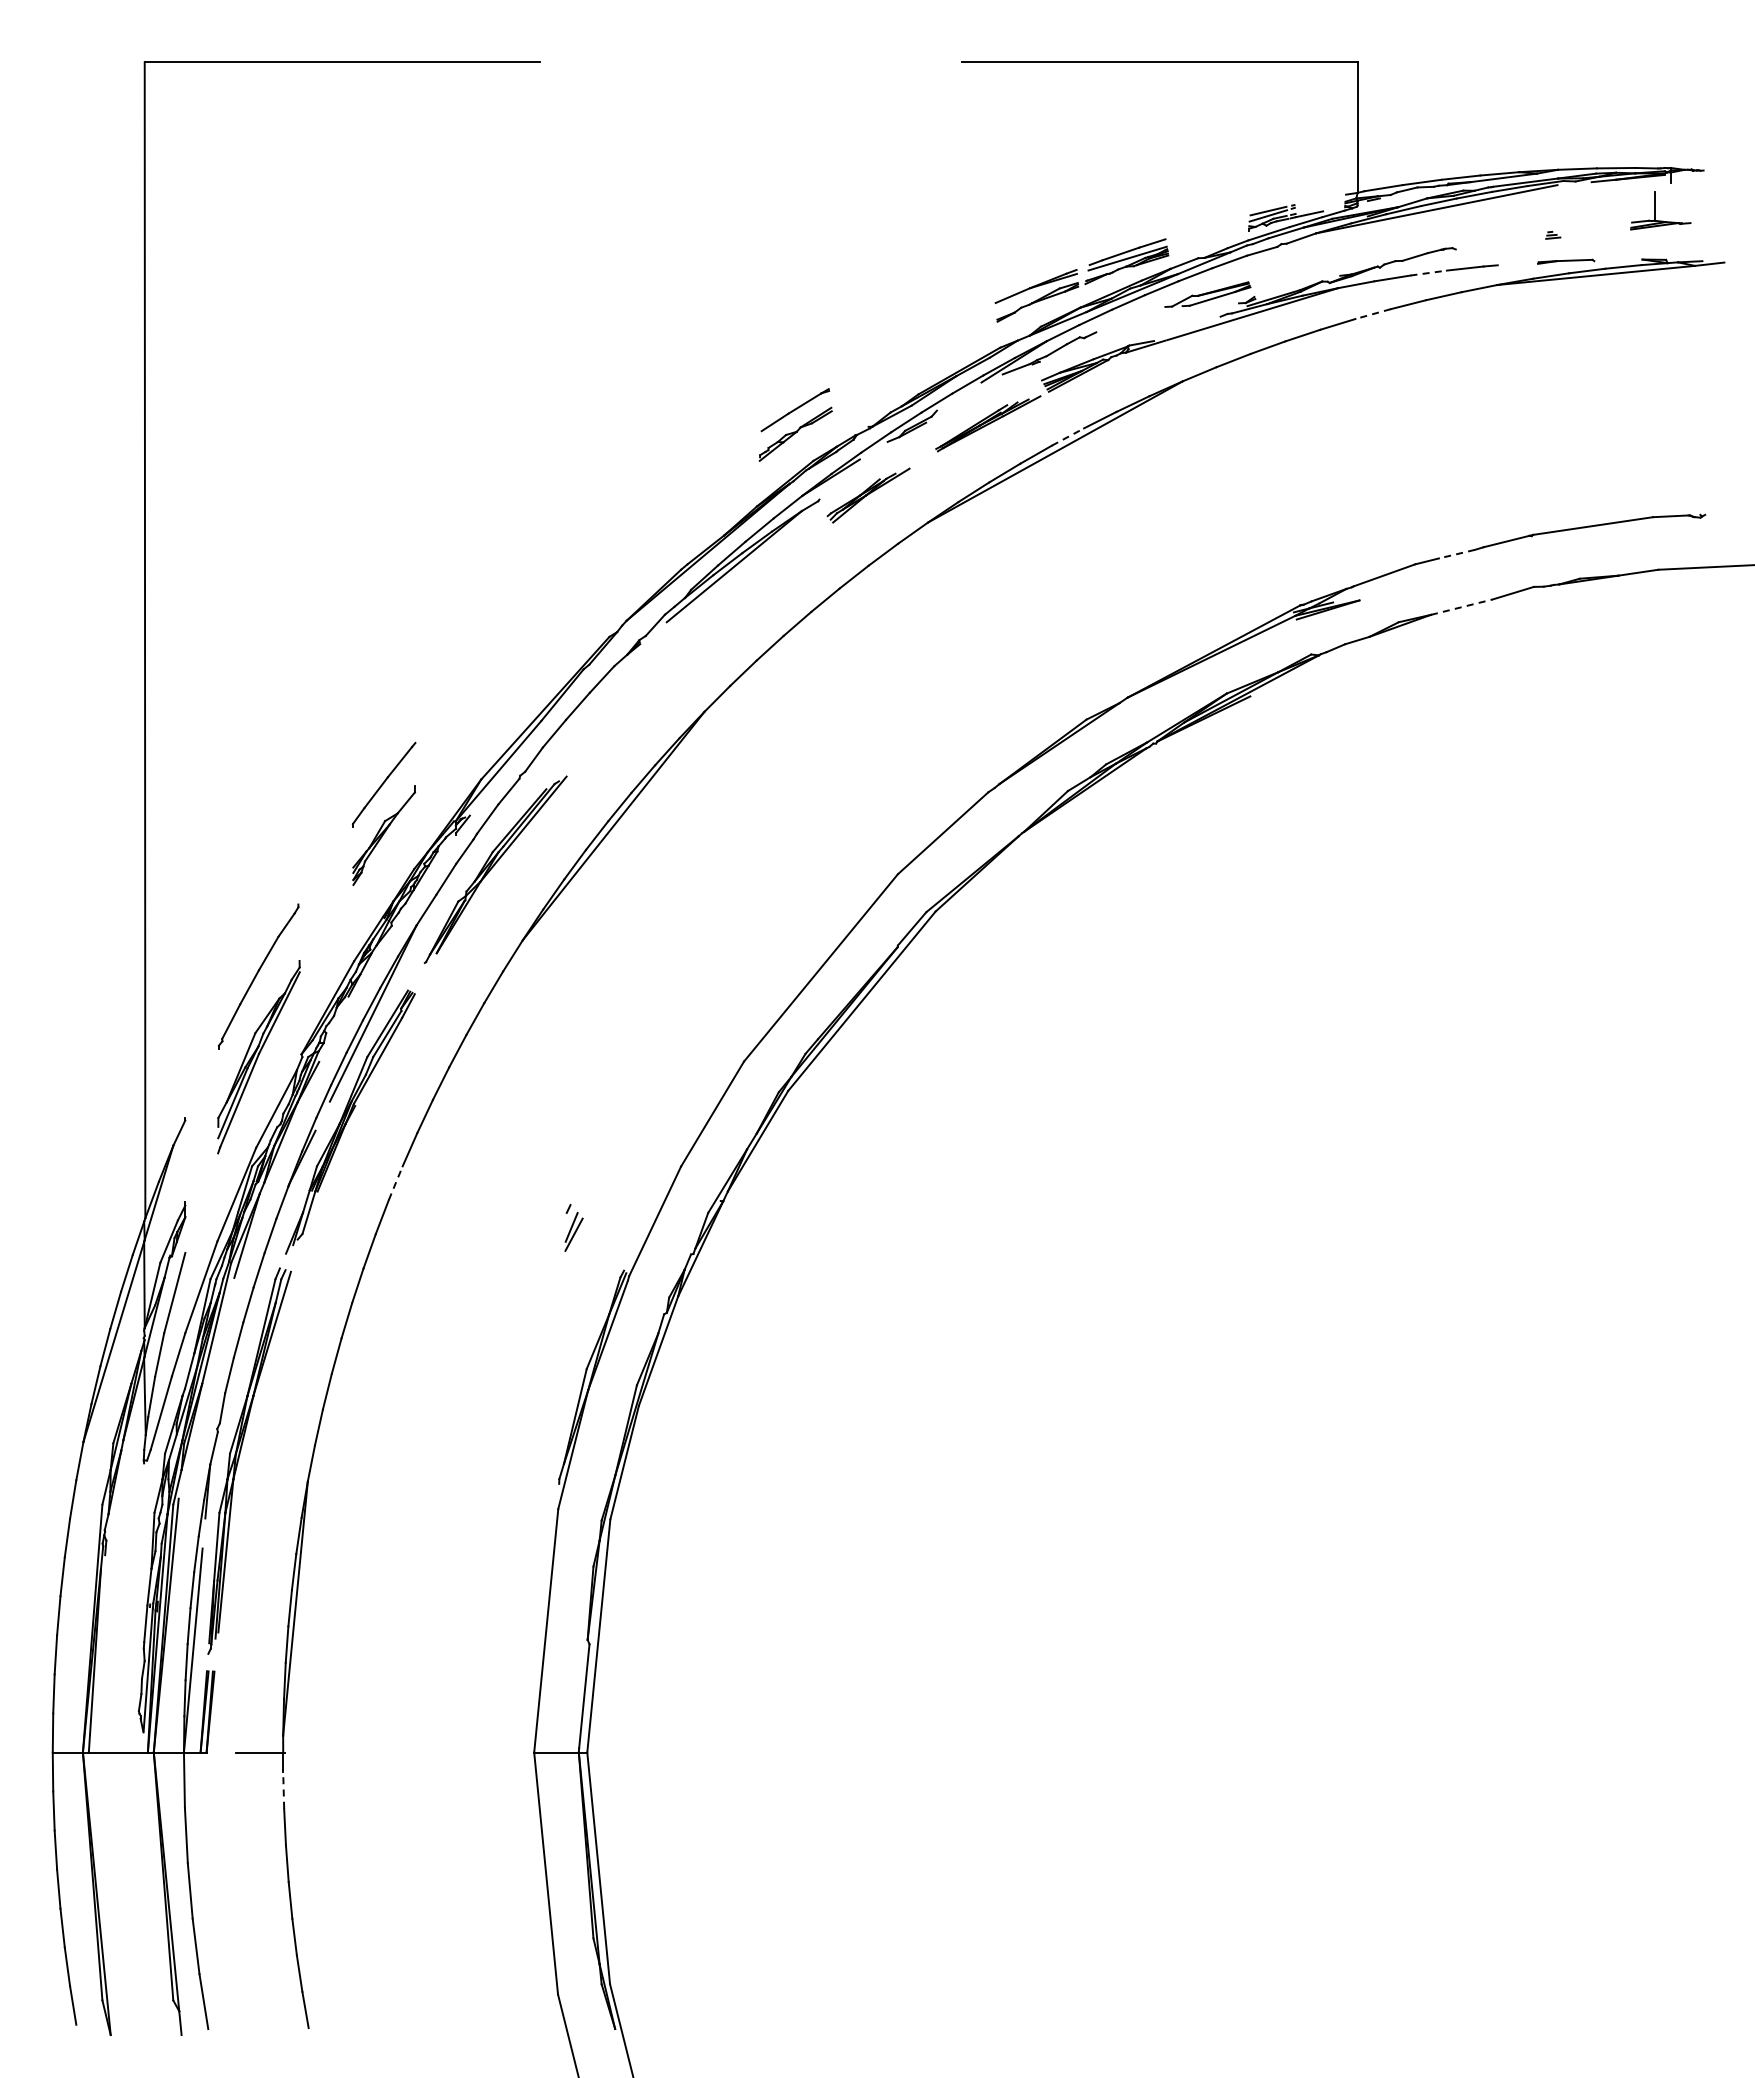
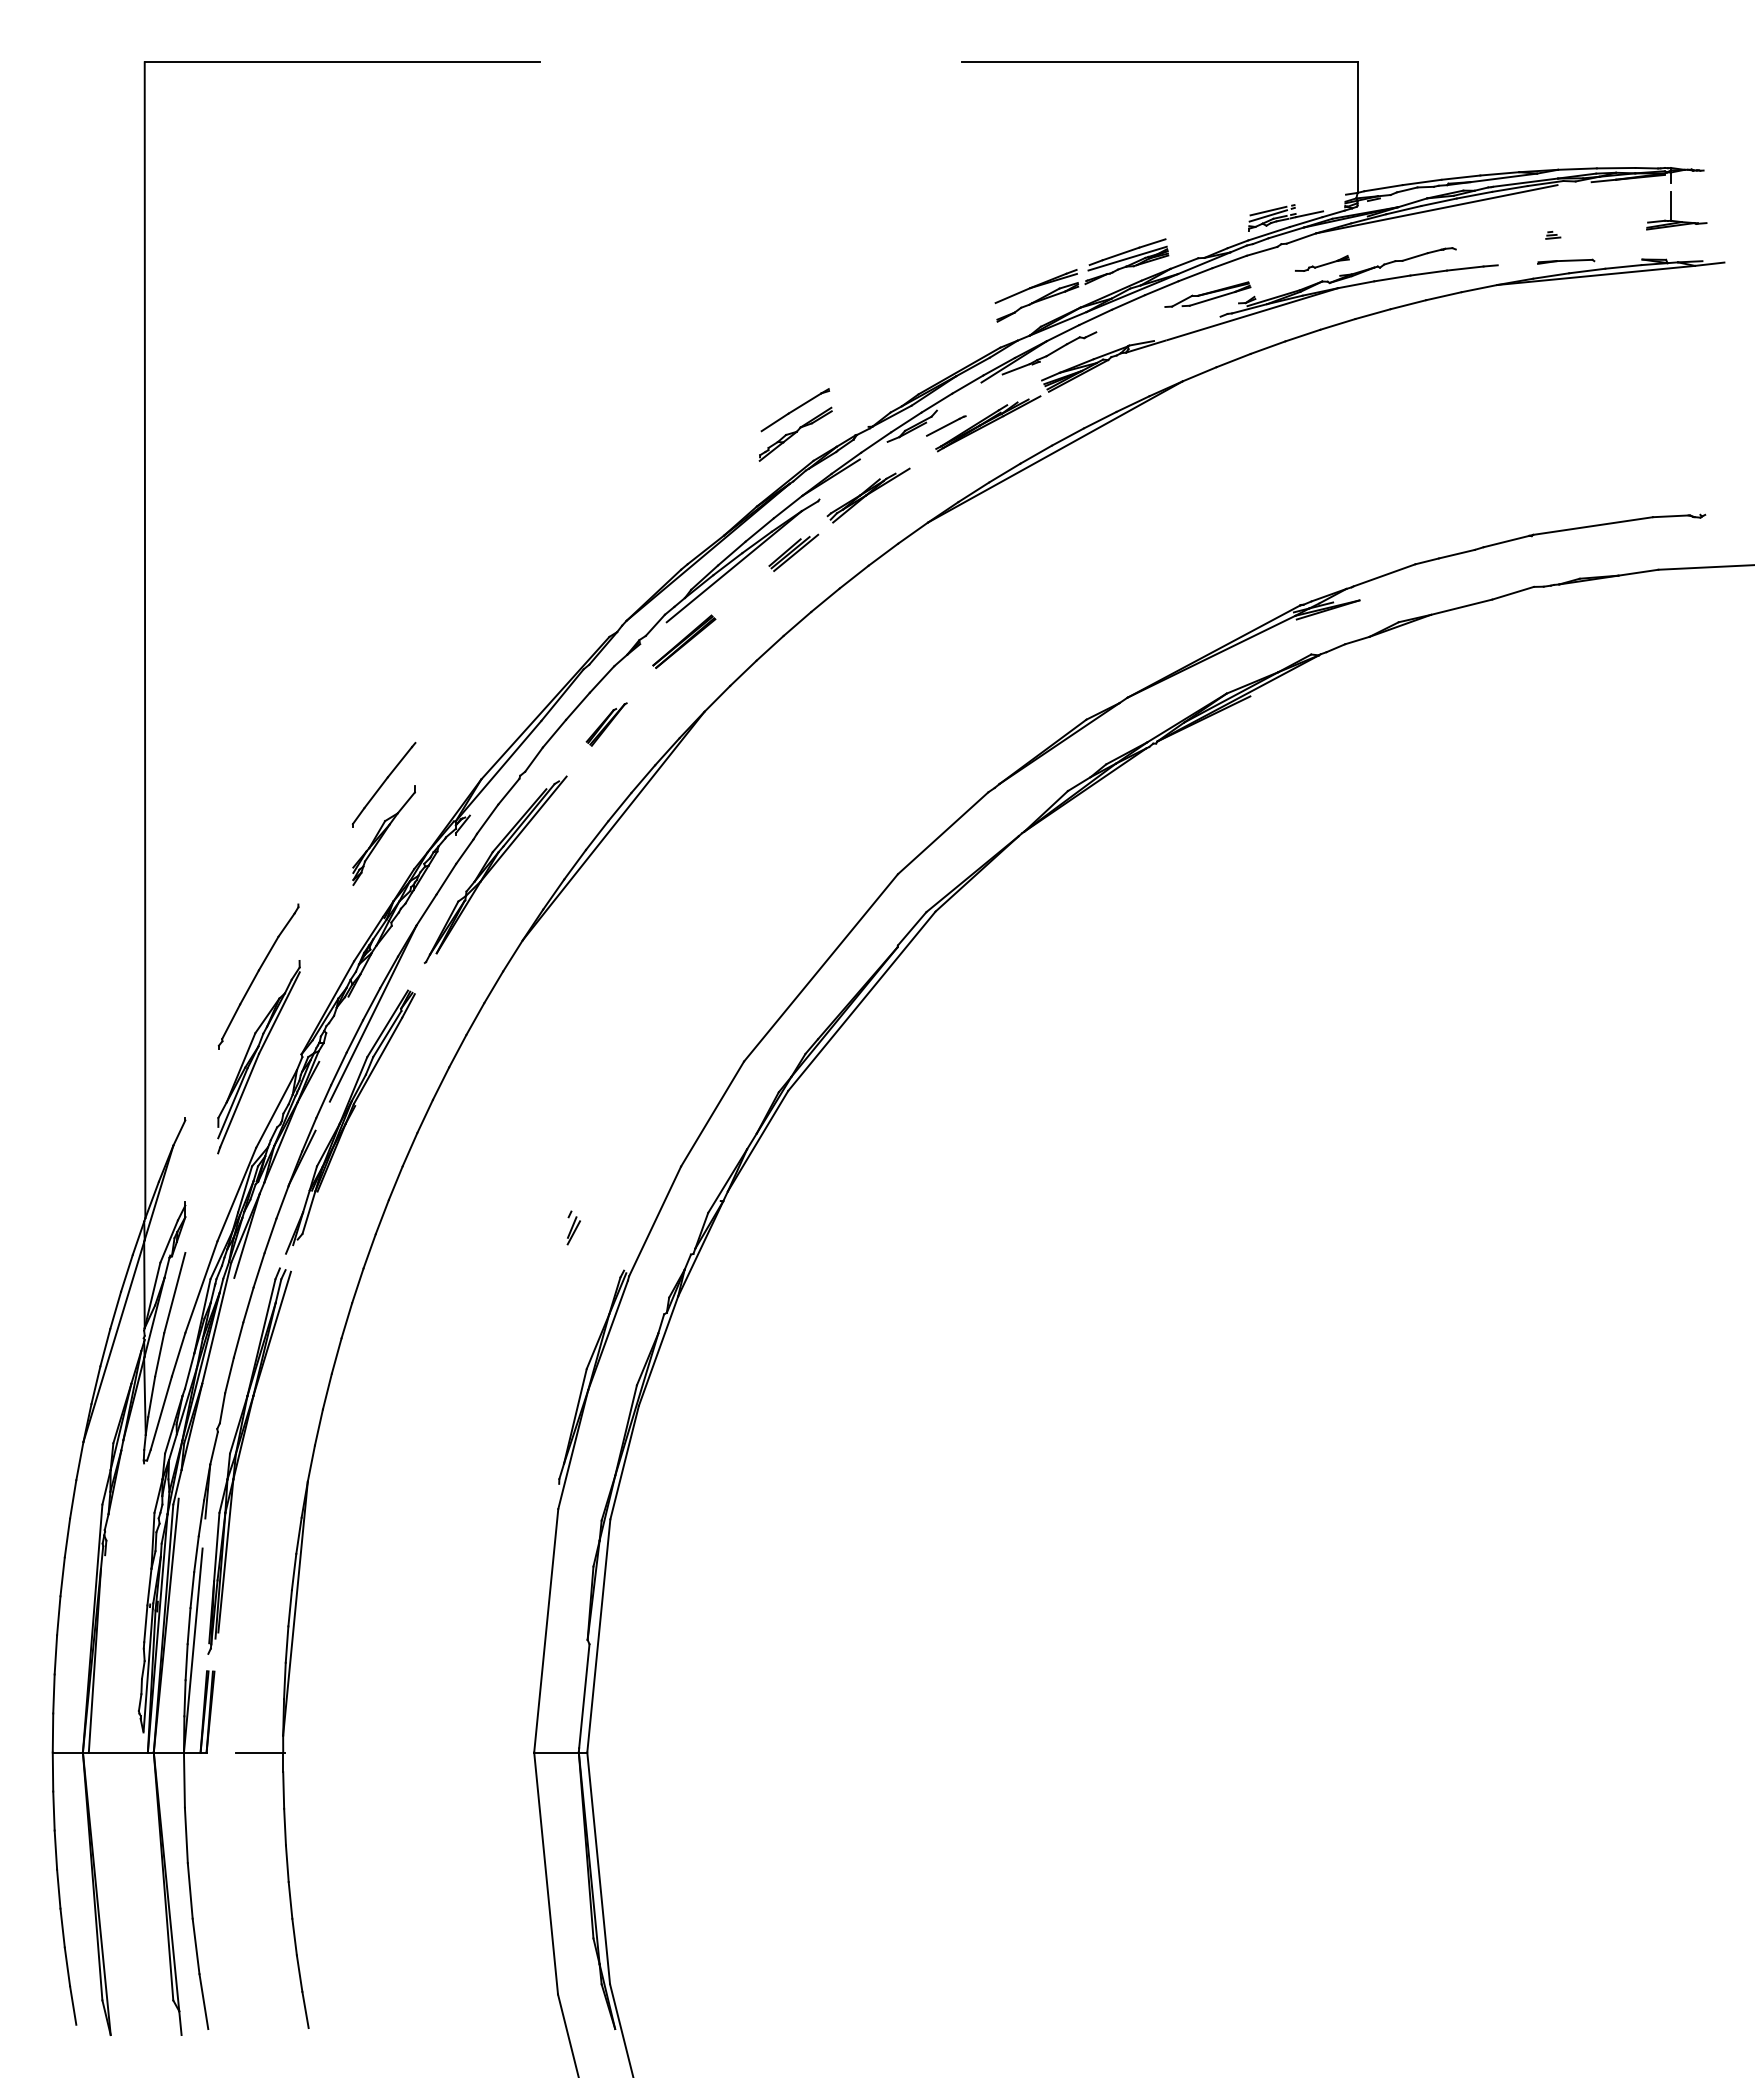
part at (1660, 210) position: (1660, 210) -> (1676, 210)
part at (1322, 263): none -> present
line at (1429, 273): dashed -> solid
line at (1372, 314): dashed -> solid
line at (946, 425): none -> present
line at (1068, 436): dashed -> solid
part at (793, 552): none -> present
line at (1456, 554): dashed -> solid
line at (1461, 607): dashed -> solid
part at (684, 641): none -> present
part at (606, 724): none -> present
line at (395, 1182): dashed -> solid
part at (573, 1227) size: 20x48 px -> 15x36 px
line at (283, 1789): dashed -> solid
